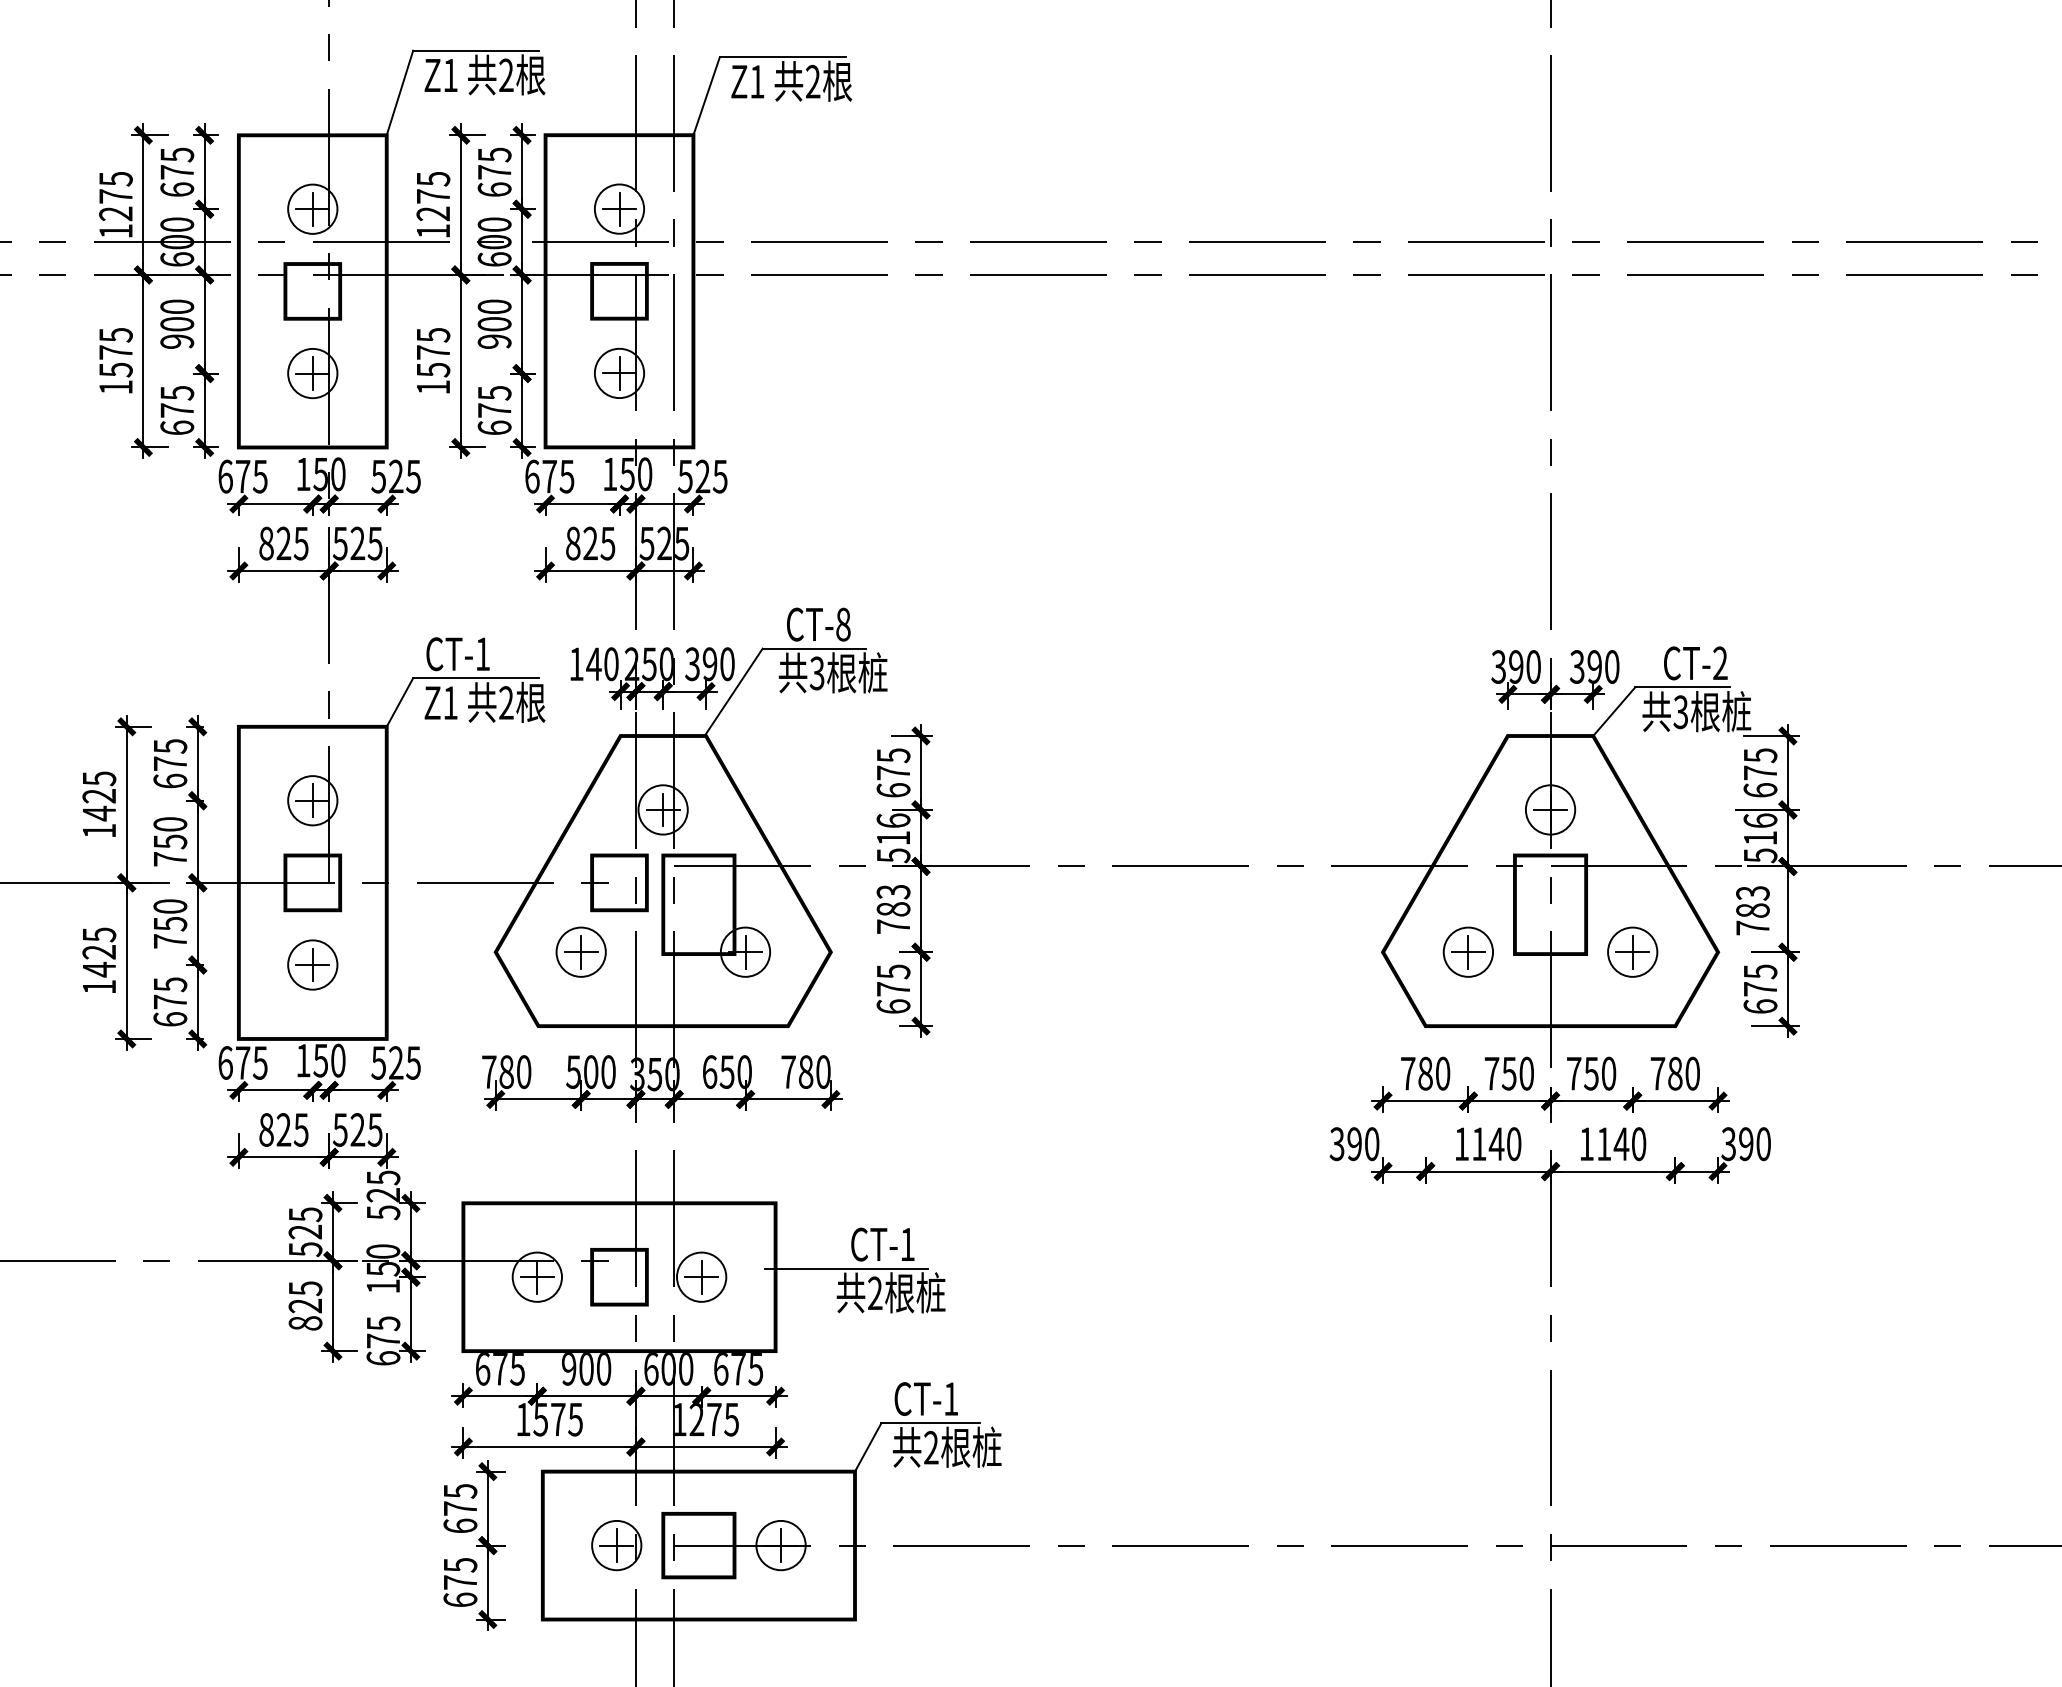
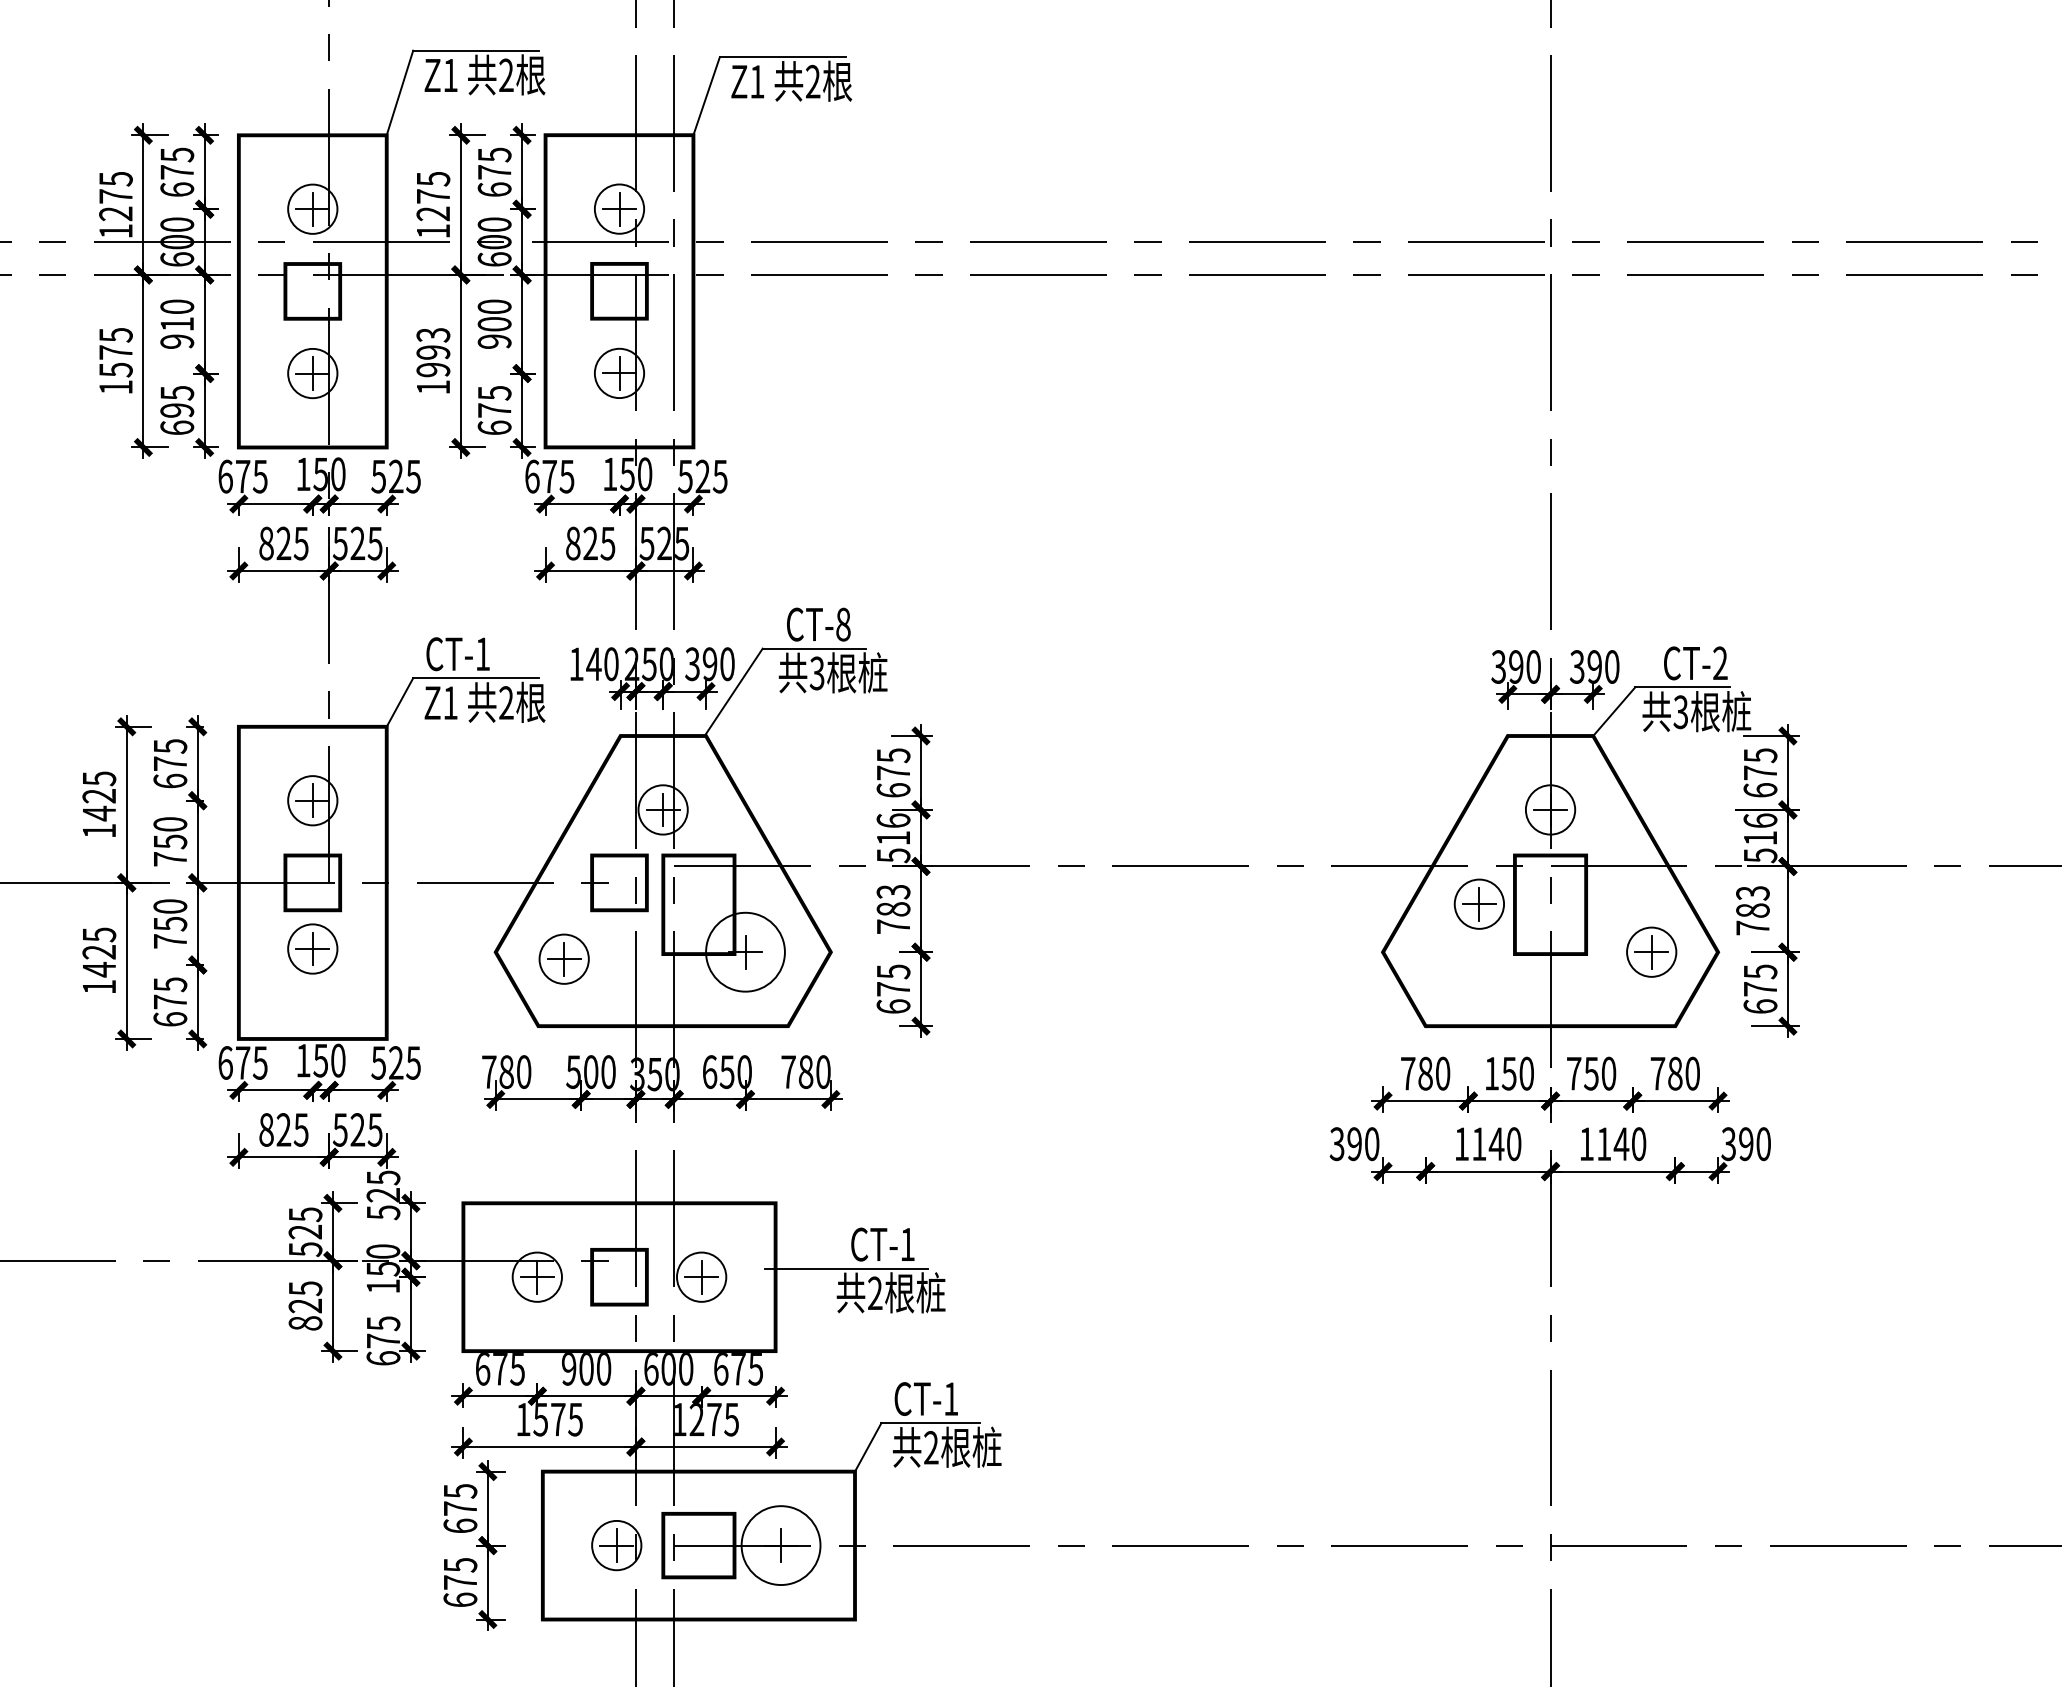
text at (177, 324): 900 -> 910
text at (433, 352): 1575 -> 1993
text at (177, 410): 675 -> 695
part at (580, 951) position: (580, 951) -> (563, 958)
circle at (745, 951) diameter: 49 px -> 79 px
part at (1467, 951) position: (1467, 951) -> (1478, 903)
part at (1632, 951) position: (1632, 951) -> (1651, 951)
part at (312, 964) position: (312, 964) -> (312, 948)
text at (1491, 1073): 750 -> 150
circle at (780, 1545) diameter: 49 px -> 79 px
